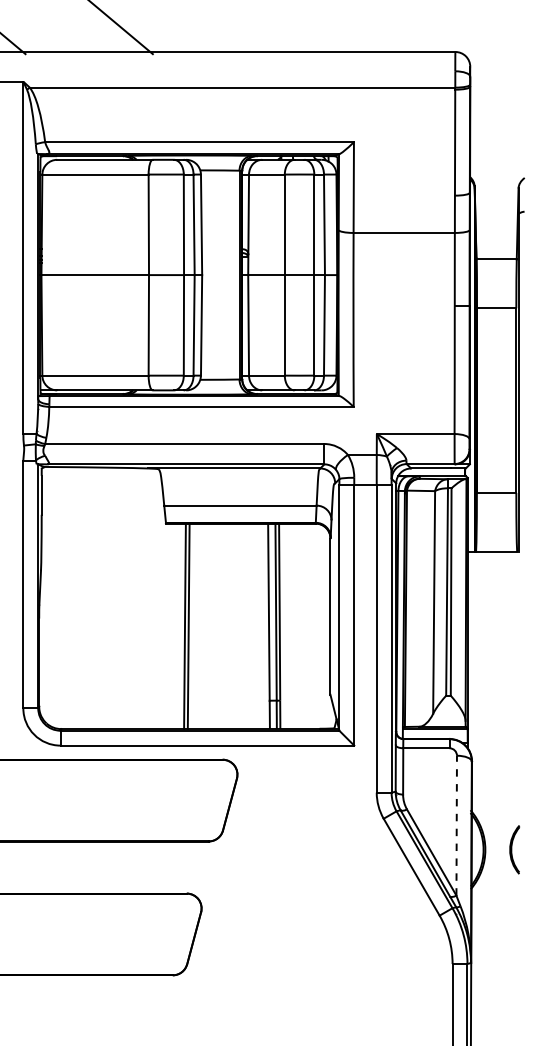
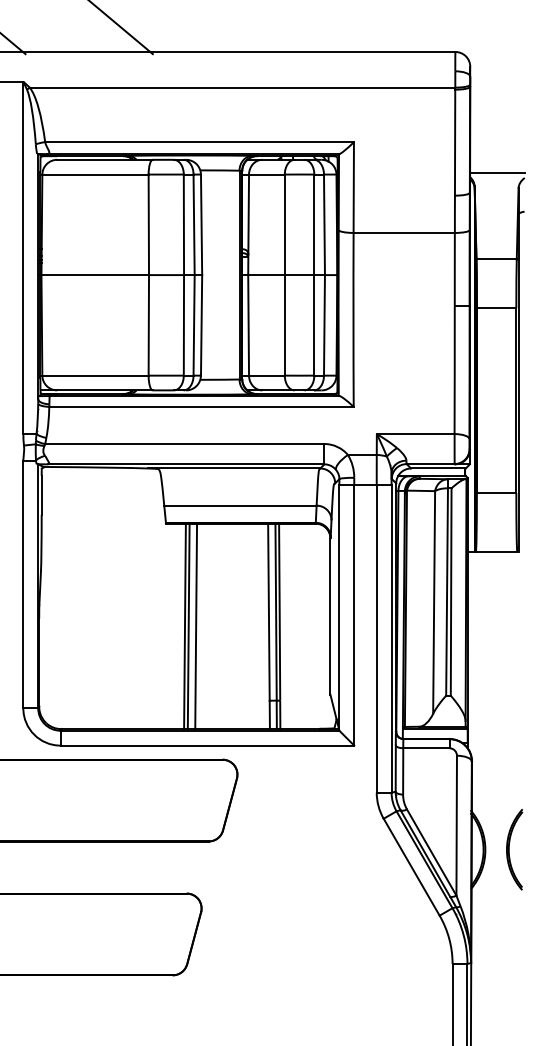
line at (496, 173): none -> present
line at (196, 626): none -> present
line at (456, 825): dashed -> solid
part at (514, 849) size: 12x50 px -> 18x82 px
